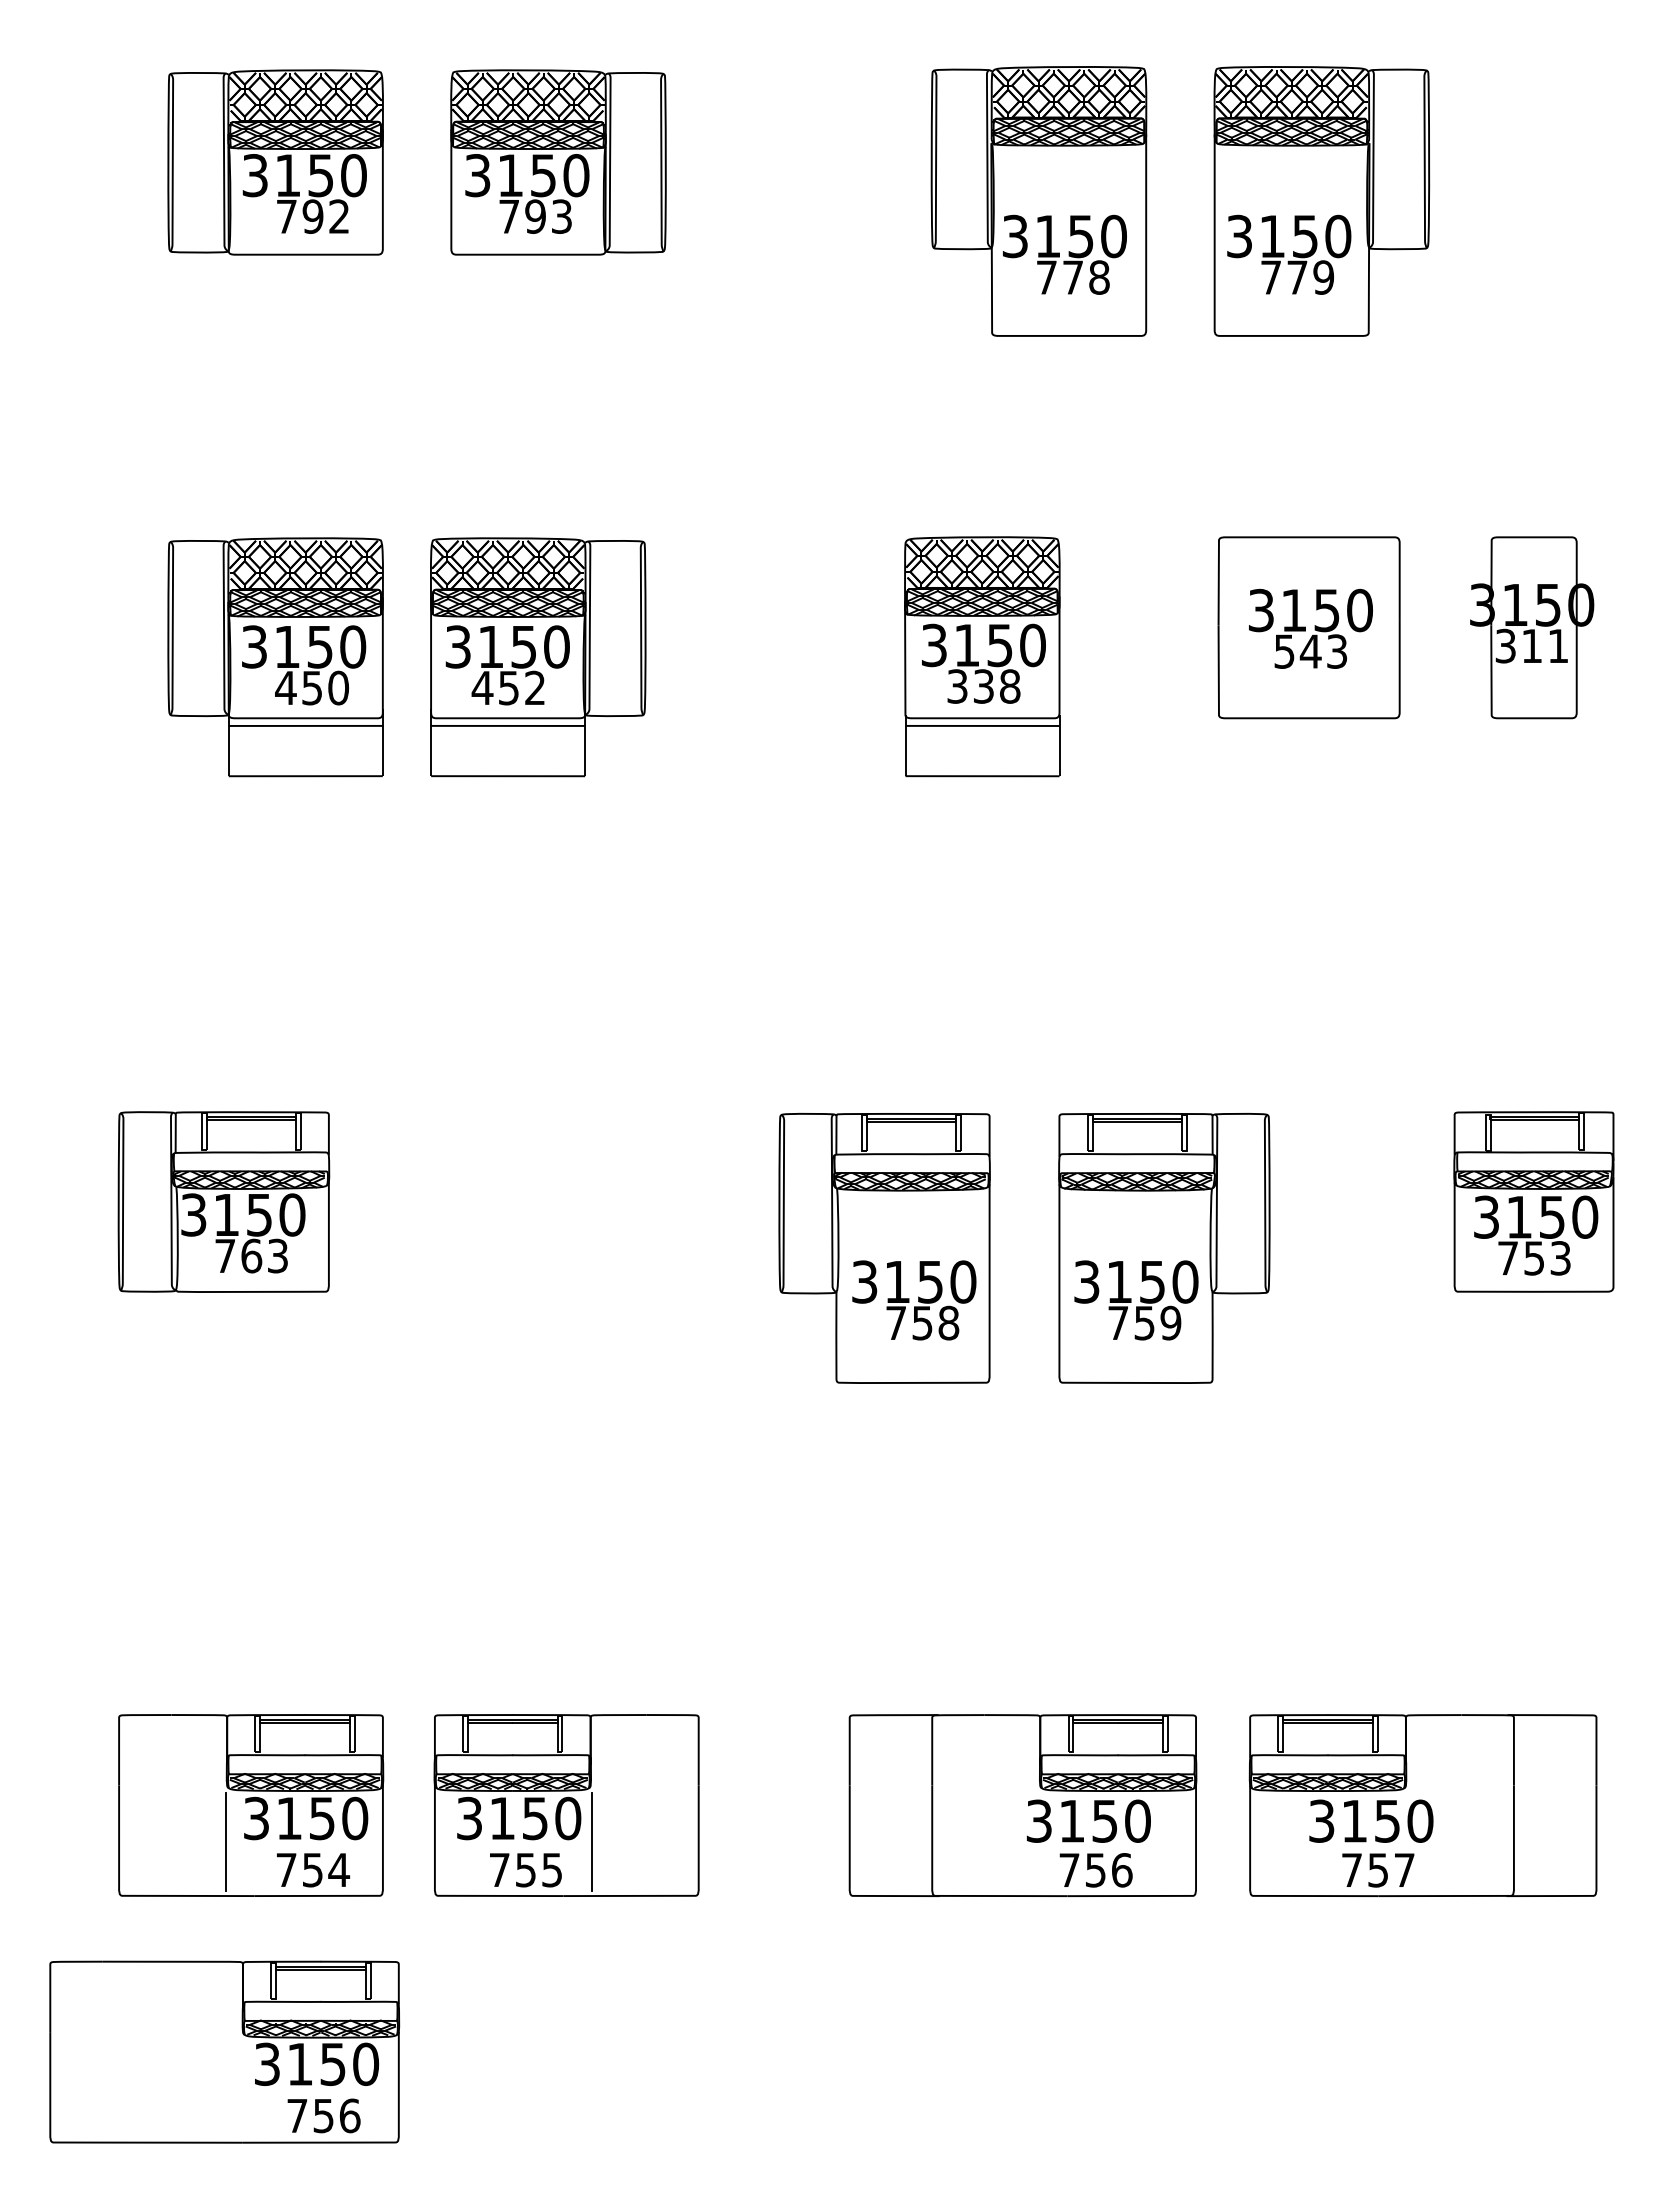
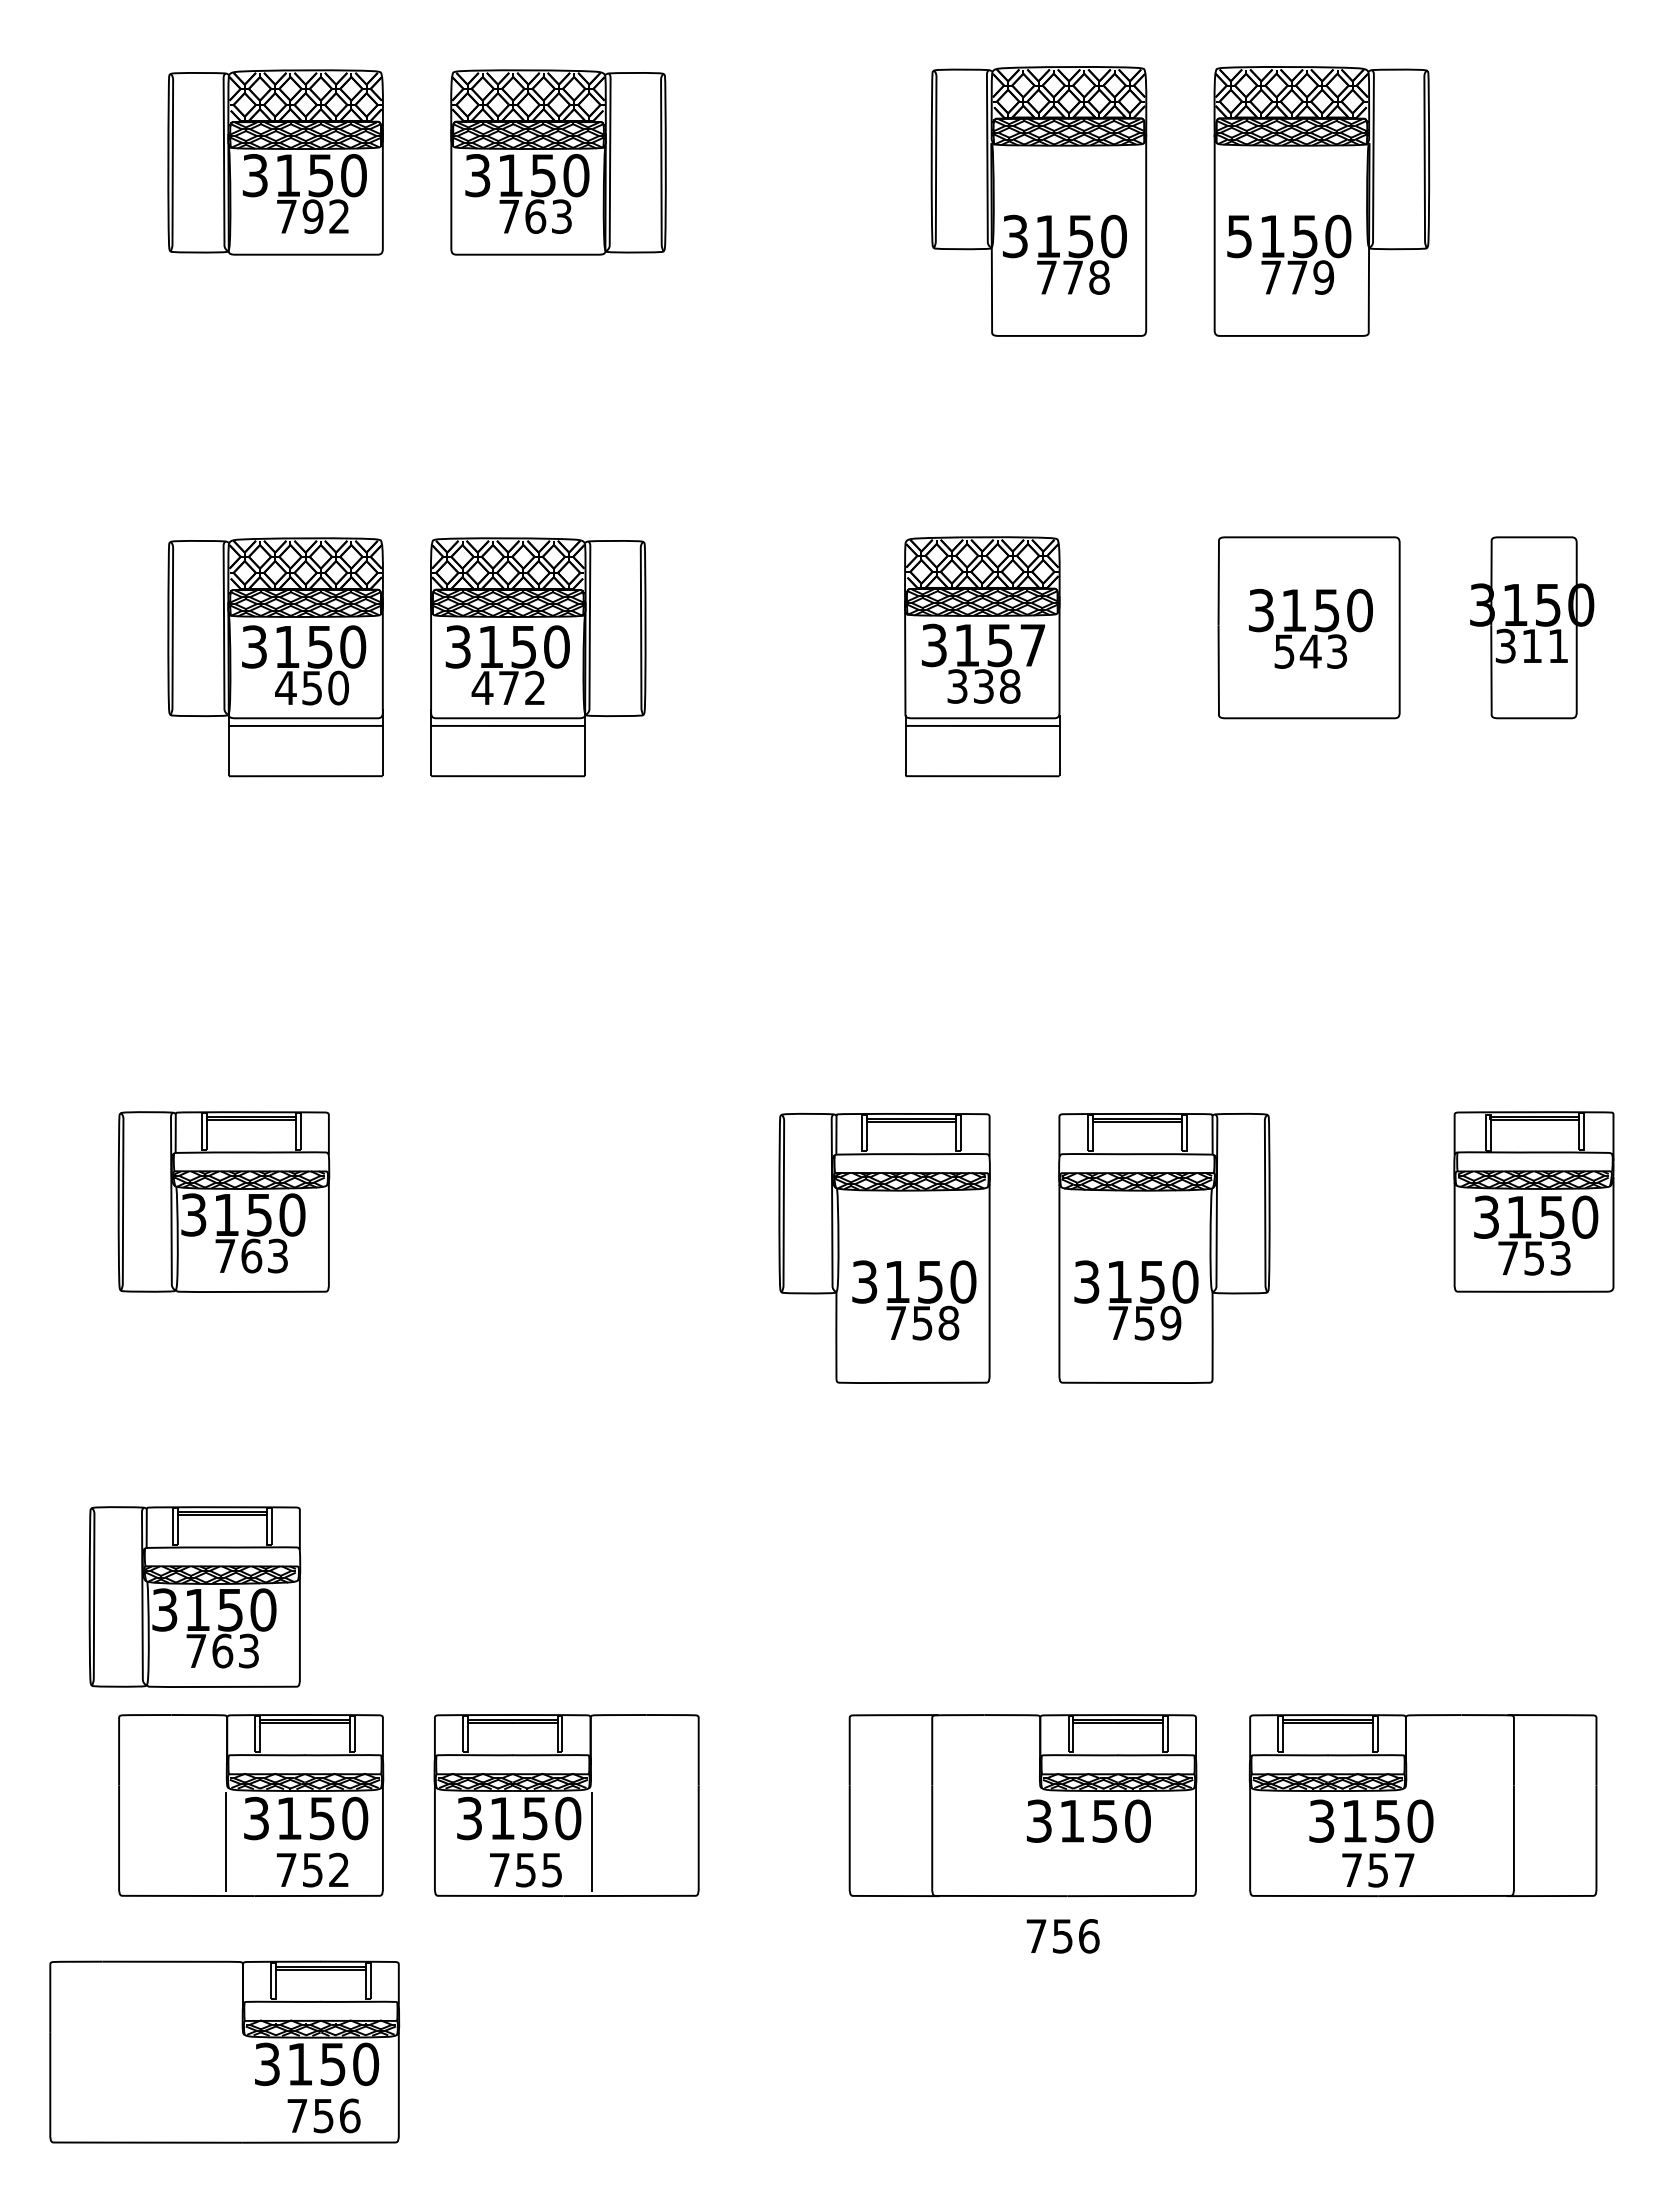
text at (535, 216): 793 -> 763
text at (1239, 235): 3150 -> 5150
text at (1032, 645): 3150 -> 3157
text at (508, 688): 452 -> 472
part at (194, 1596): none -> present
text at (339, 1869): 754 -> 752
text at (1095, 1870) position: (1095, 1870) -> (1062, 1936)
